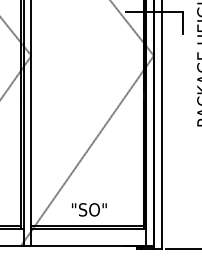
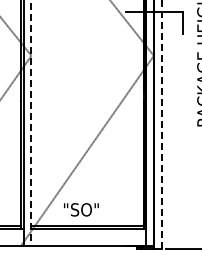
line at (31, 123): solid -> dashed
line at (161, 124): solid -> dashed
text at (89, 209) position: (89, 209) -> (81, 209)
